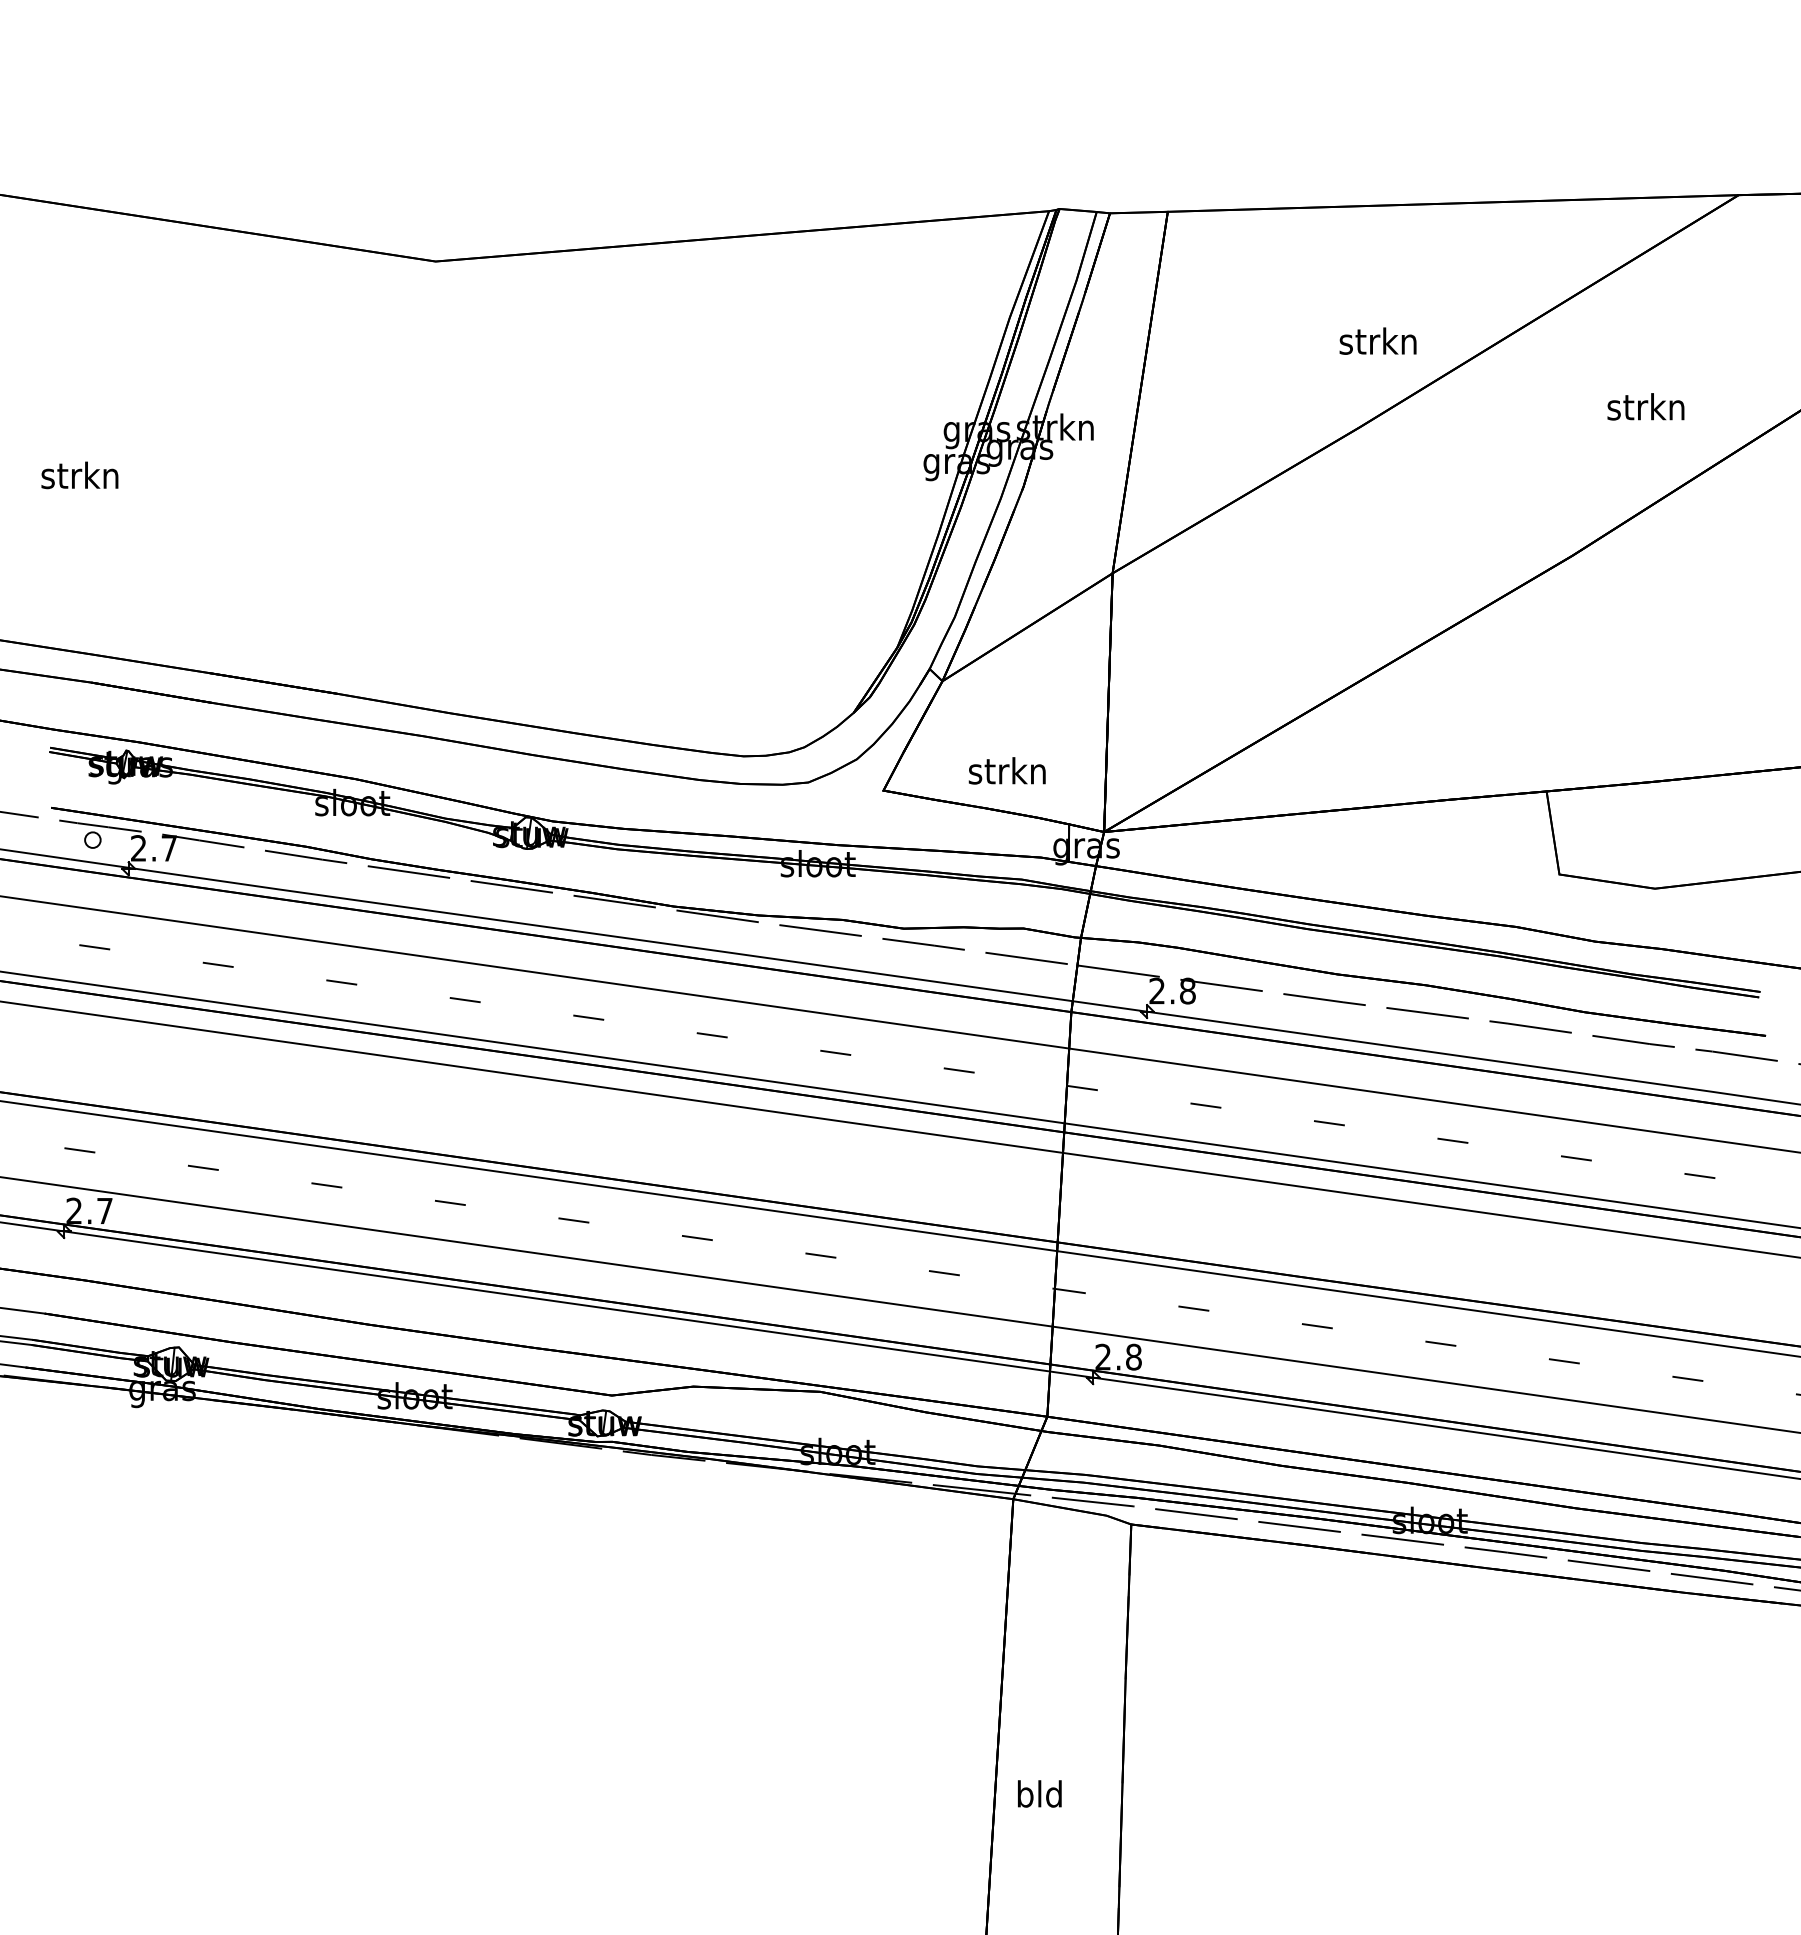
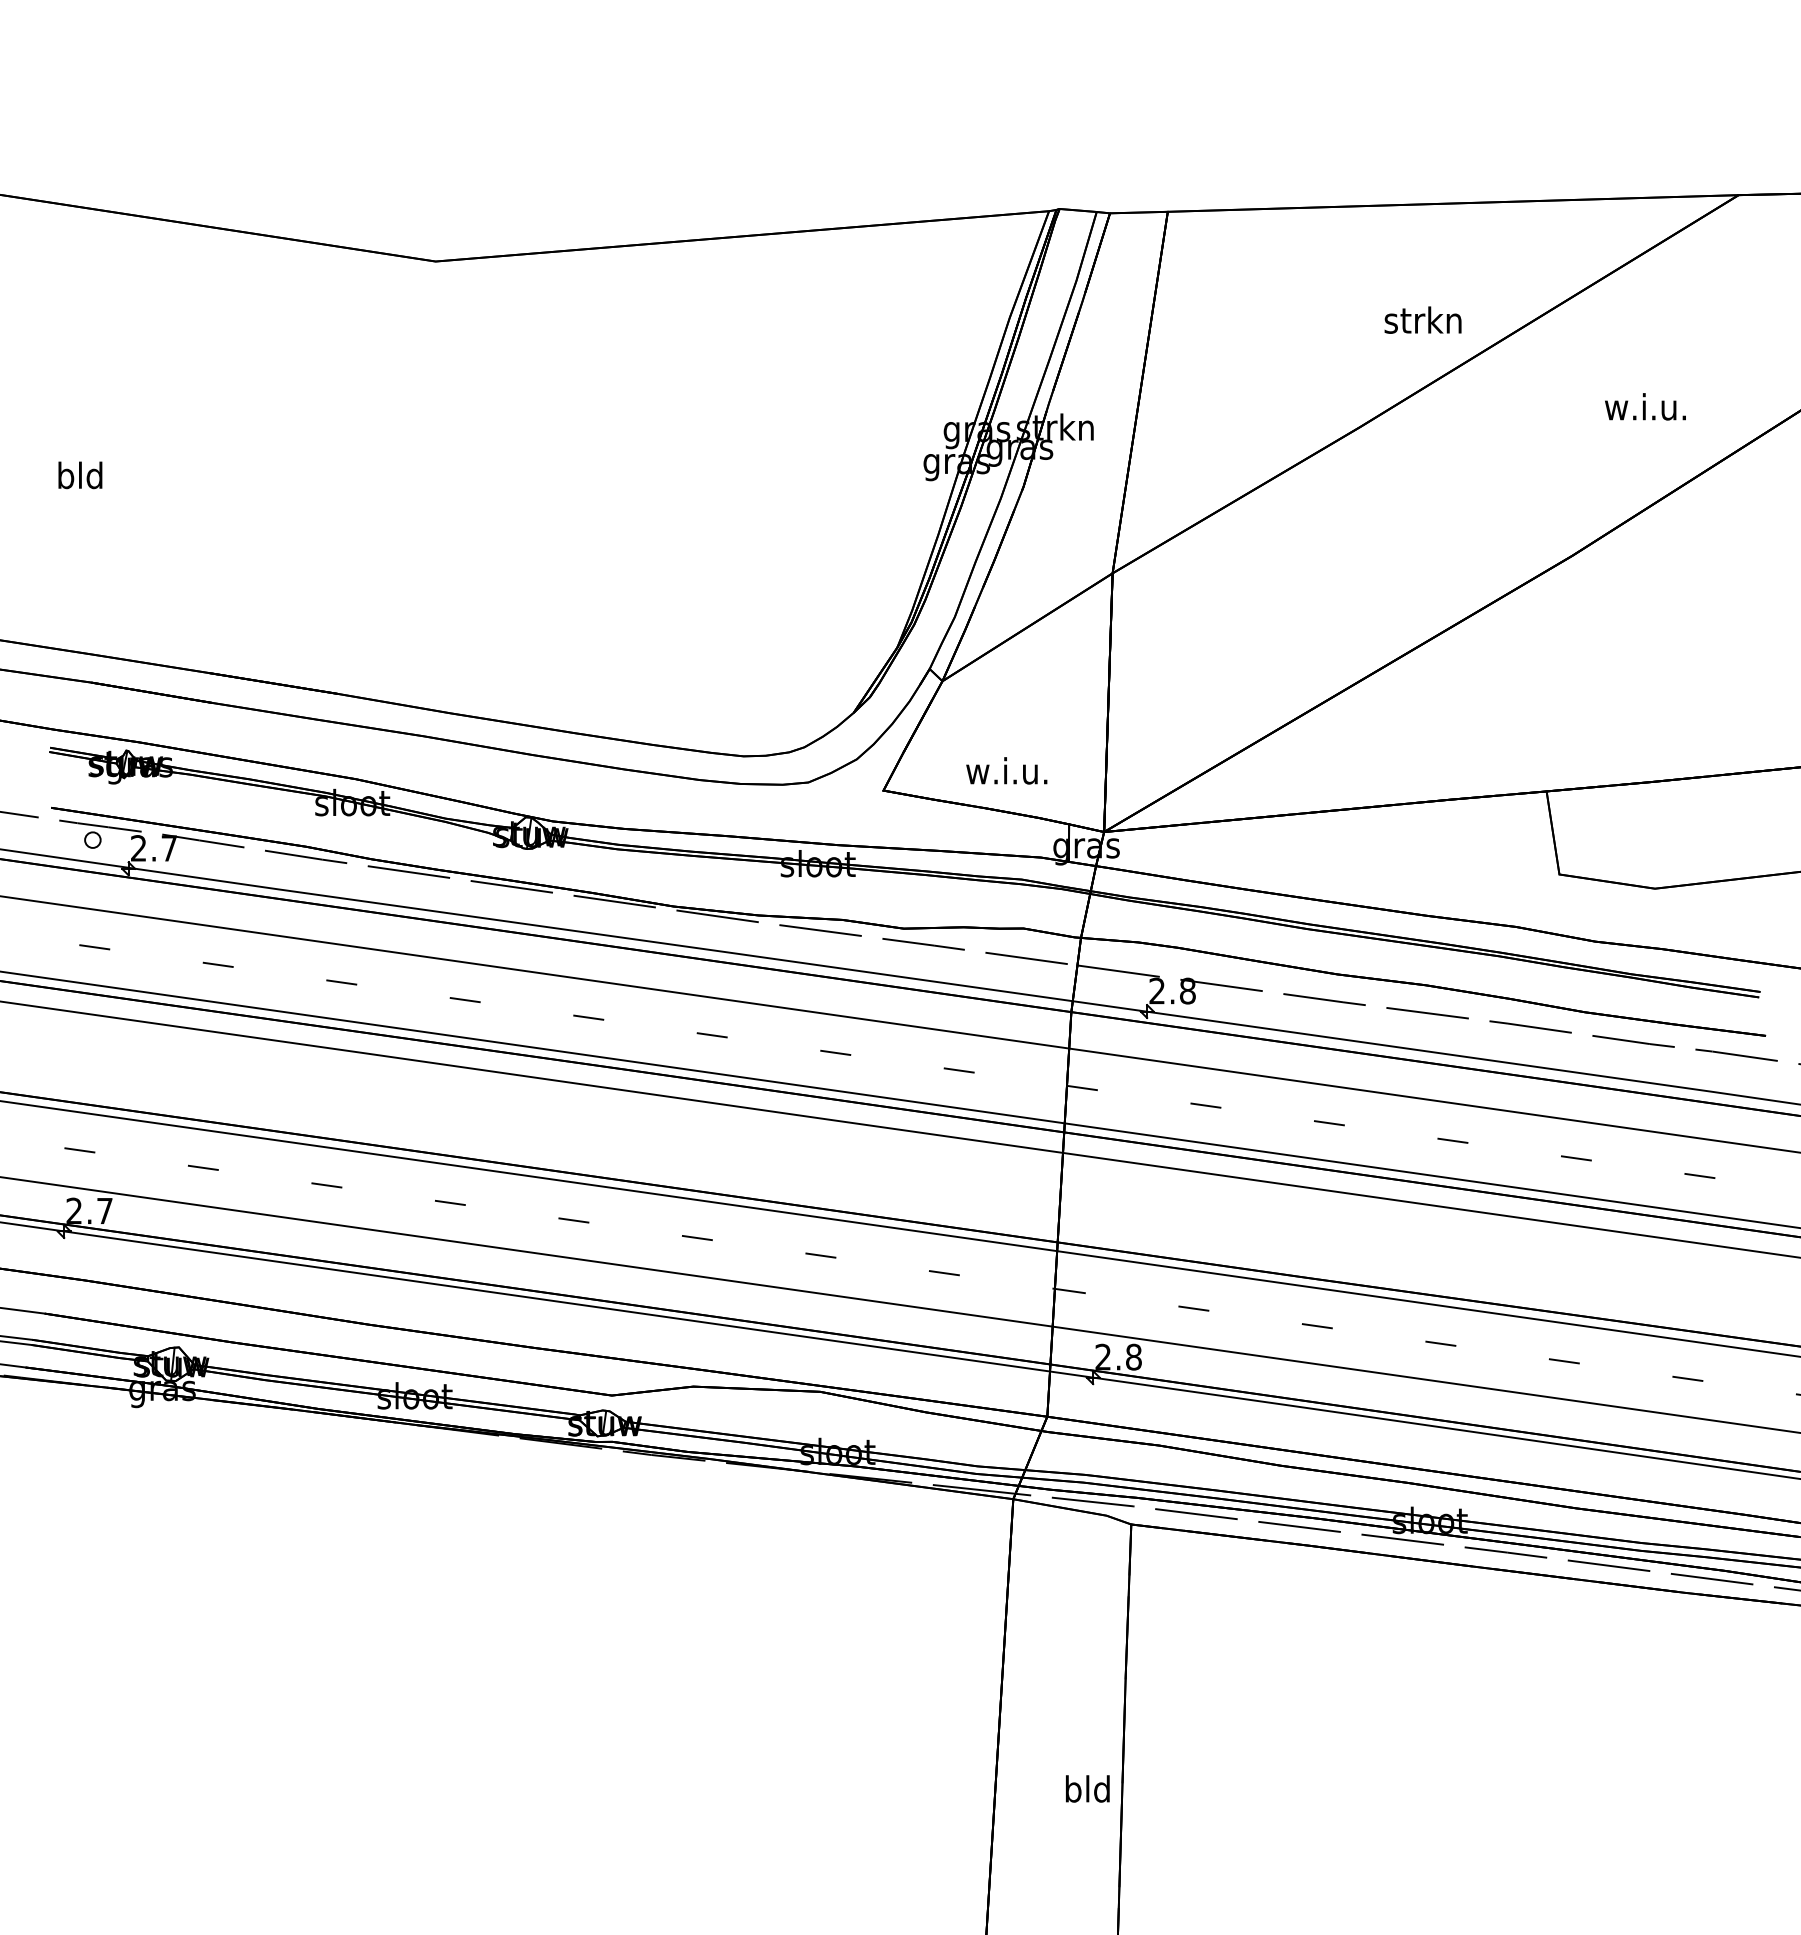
text at (1377, 340) position: (1377, 340) -> (1422, 319)
text at (1645, 406): strkn -> w.i.u.
text at (79, 475): strkn -> bld
text at (1006, 770): strkn -> w.i.u.
text at (1039, 1793) position: (1039, 1793) -> (1087, 1788)
